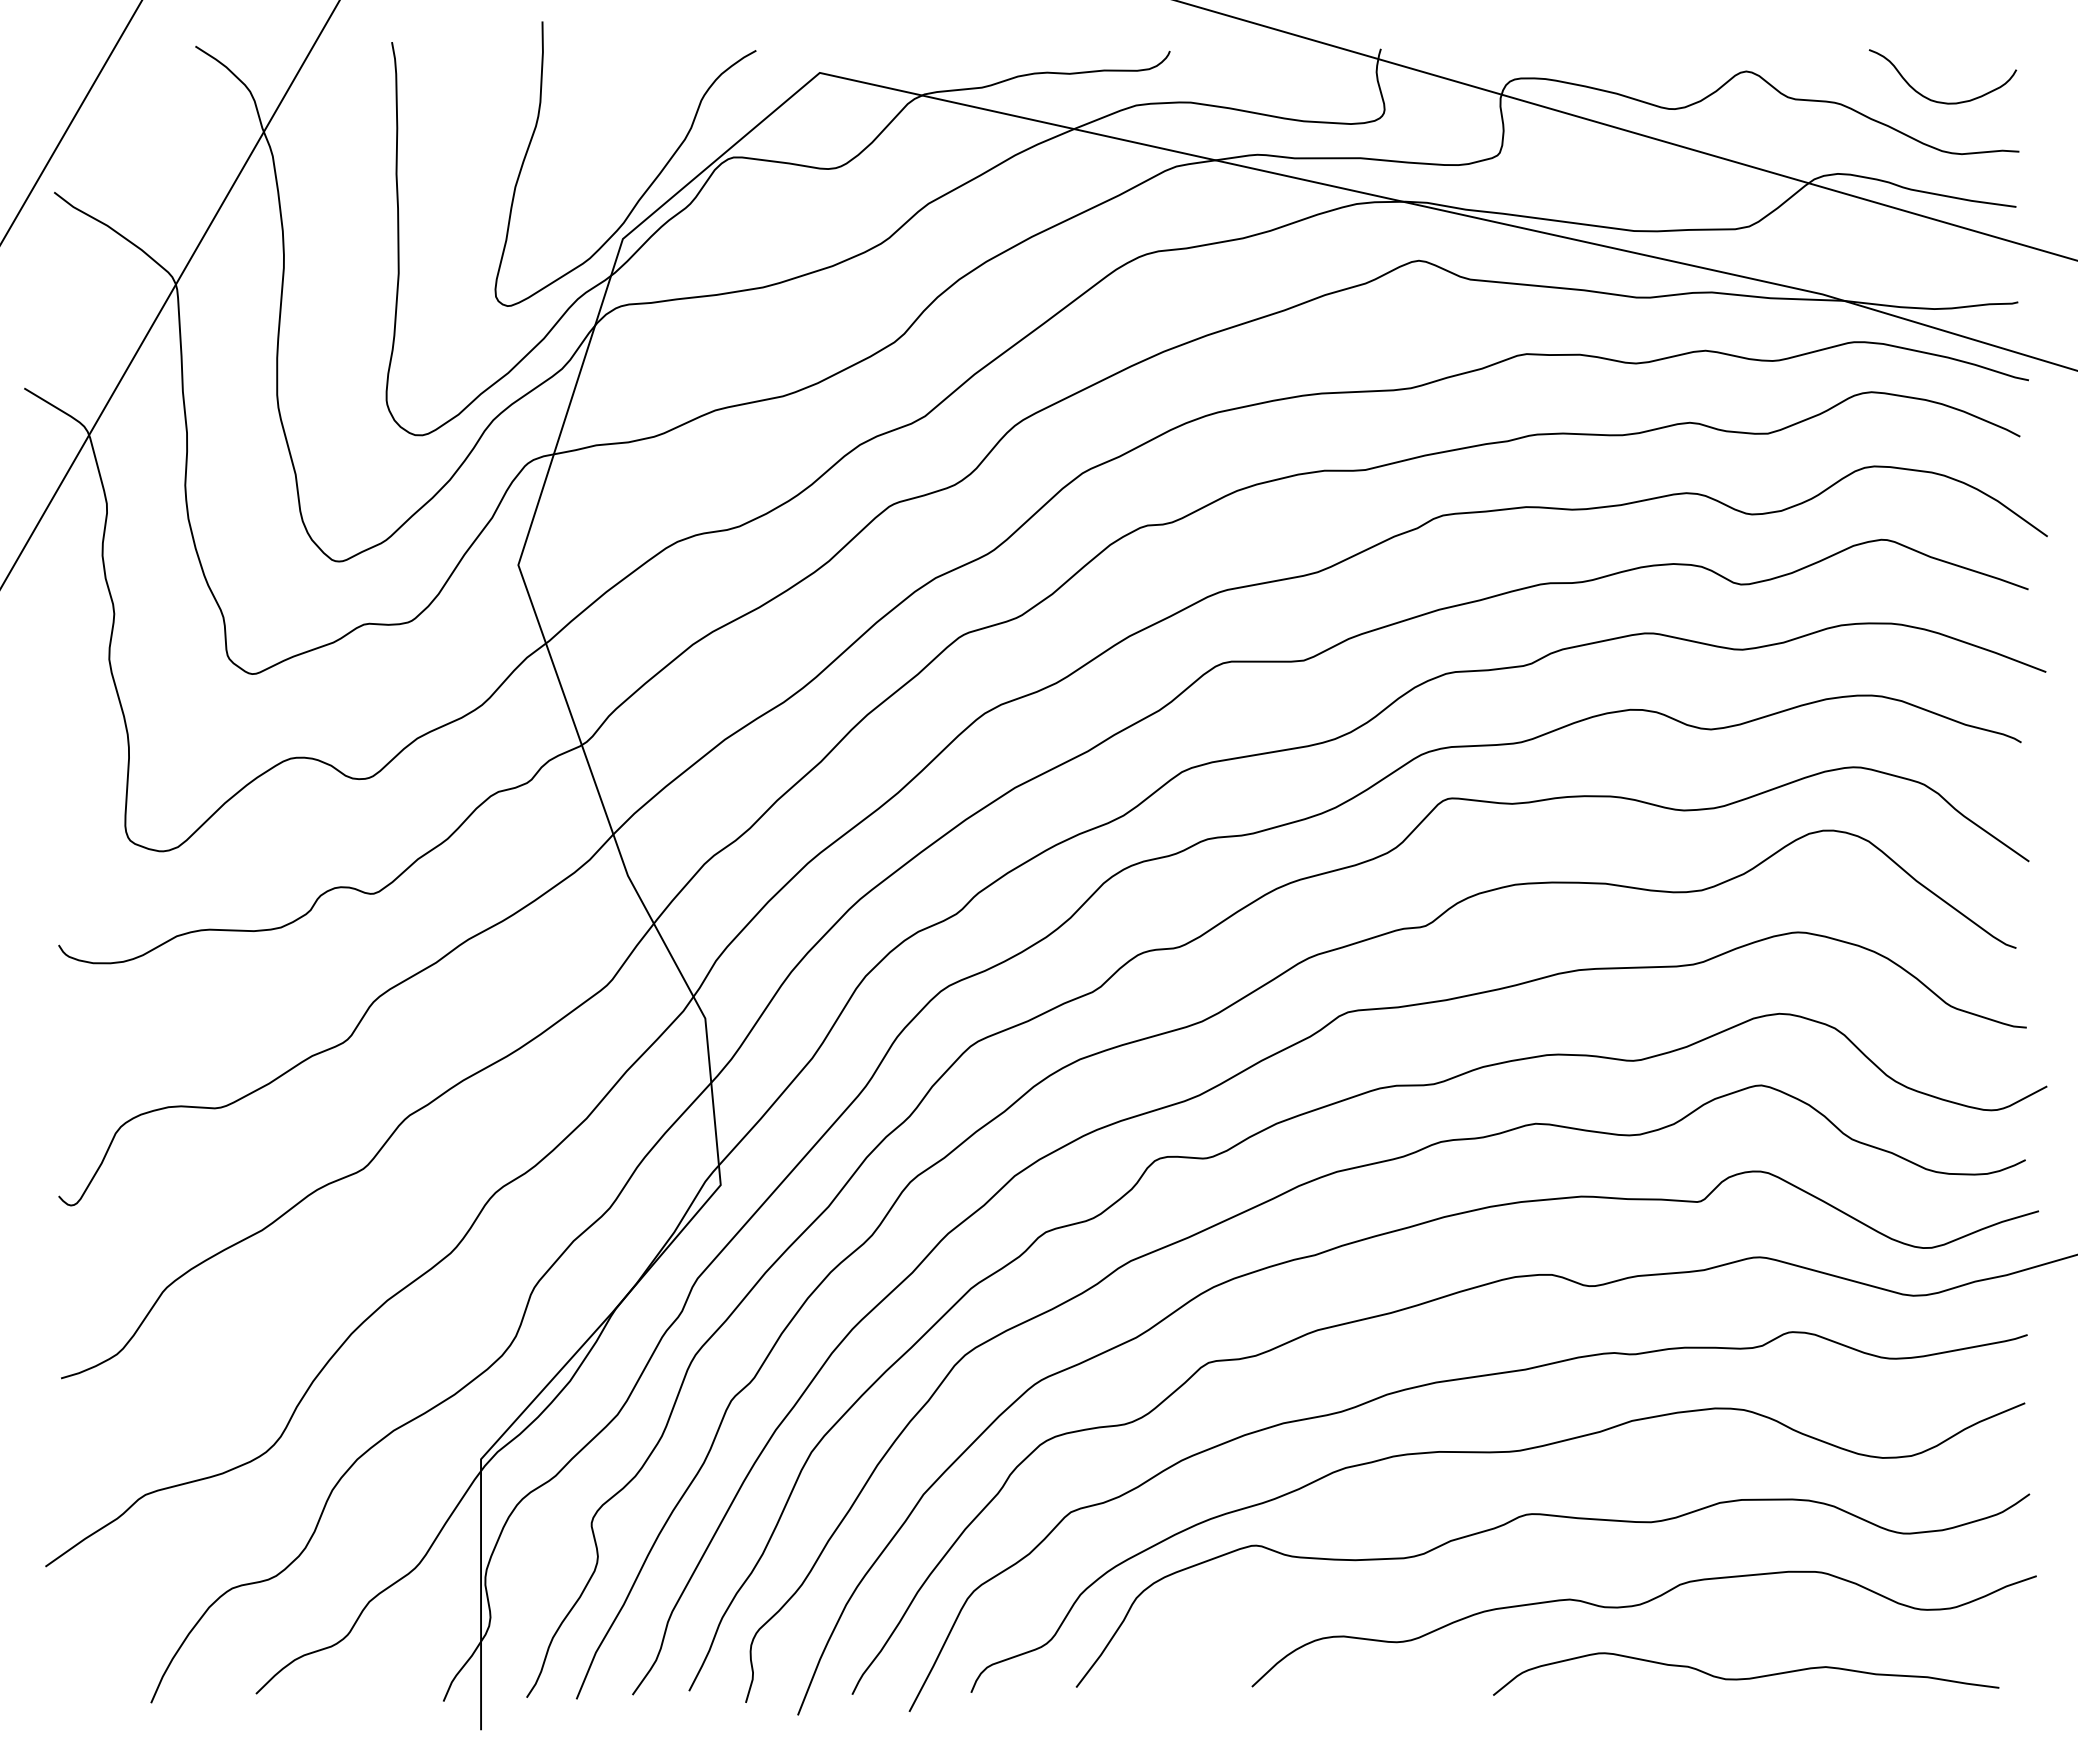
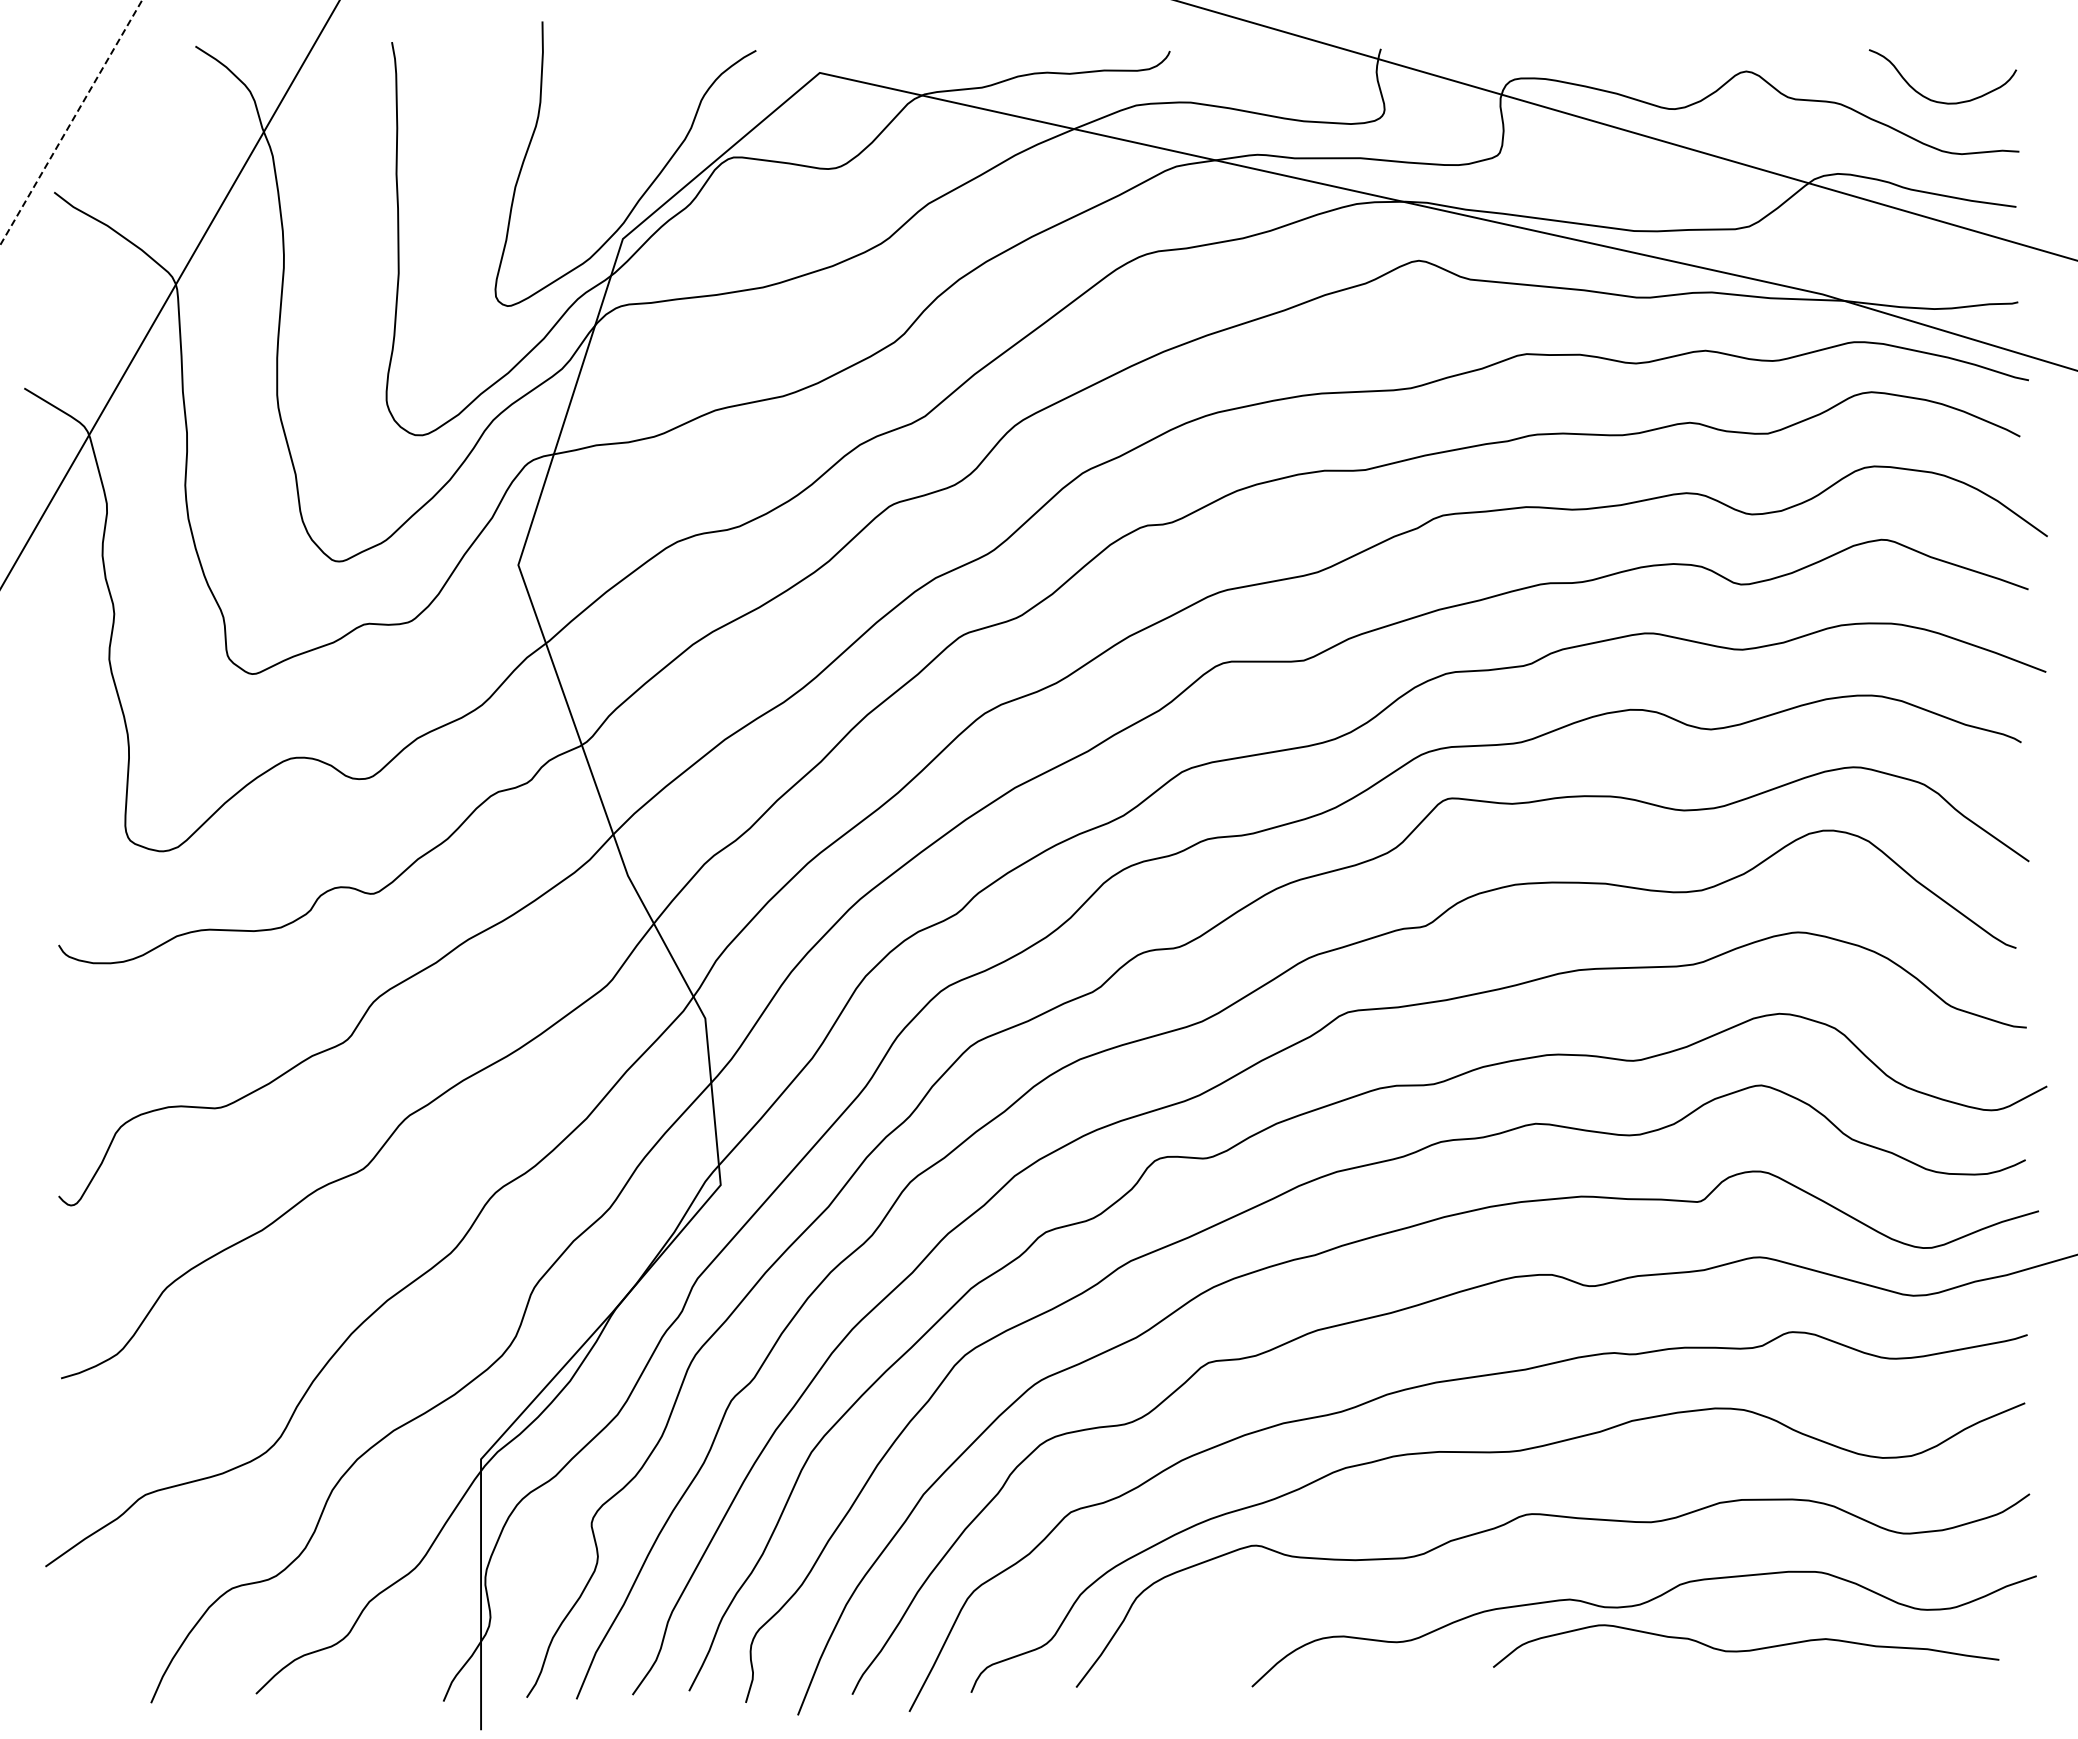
line at (70, 123): solid -> dashed
curve at (1748, 1677) position: (1748, 1677) -> (1748, 1649)
